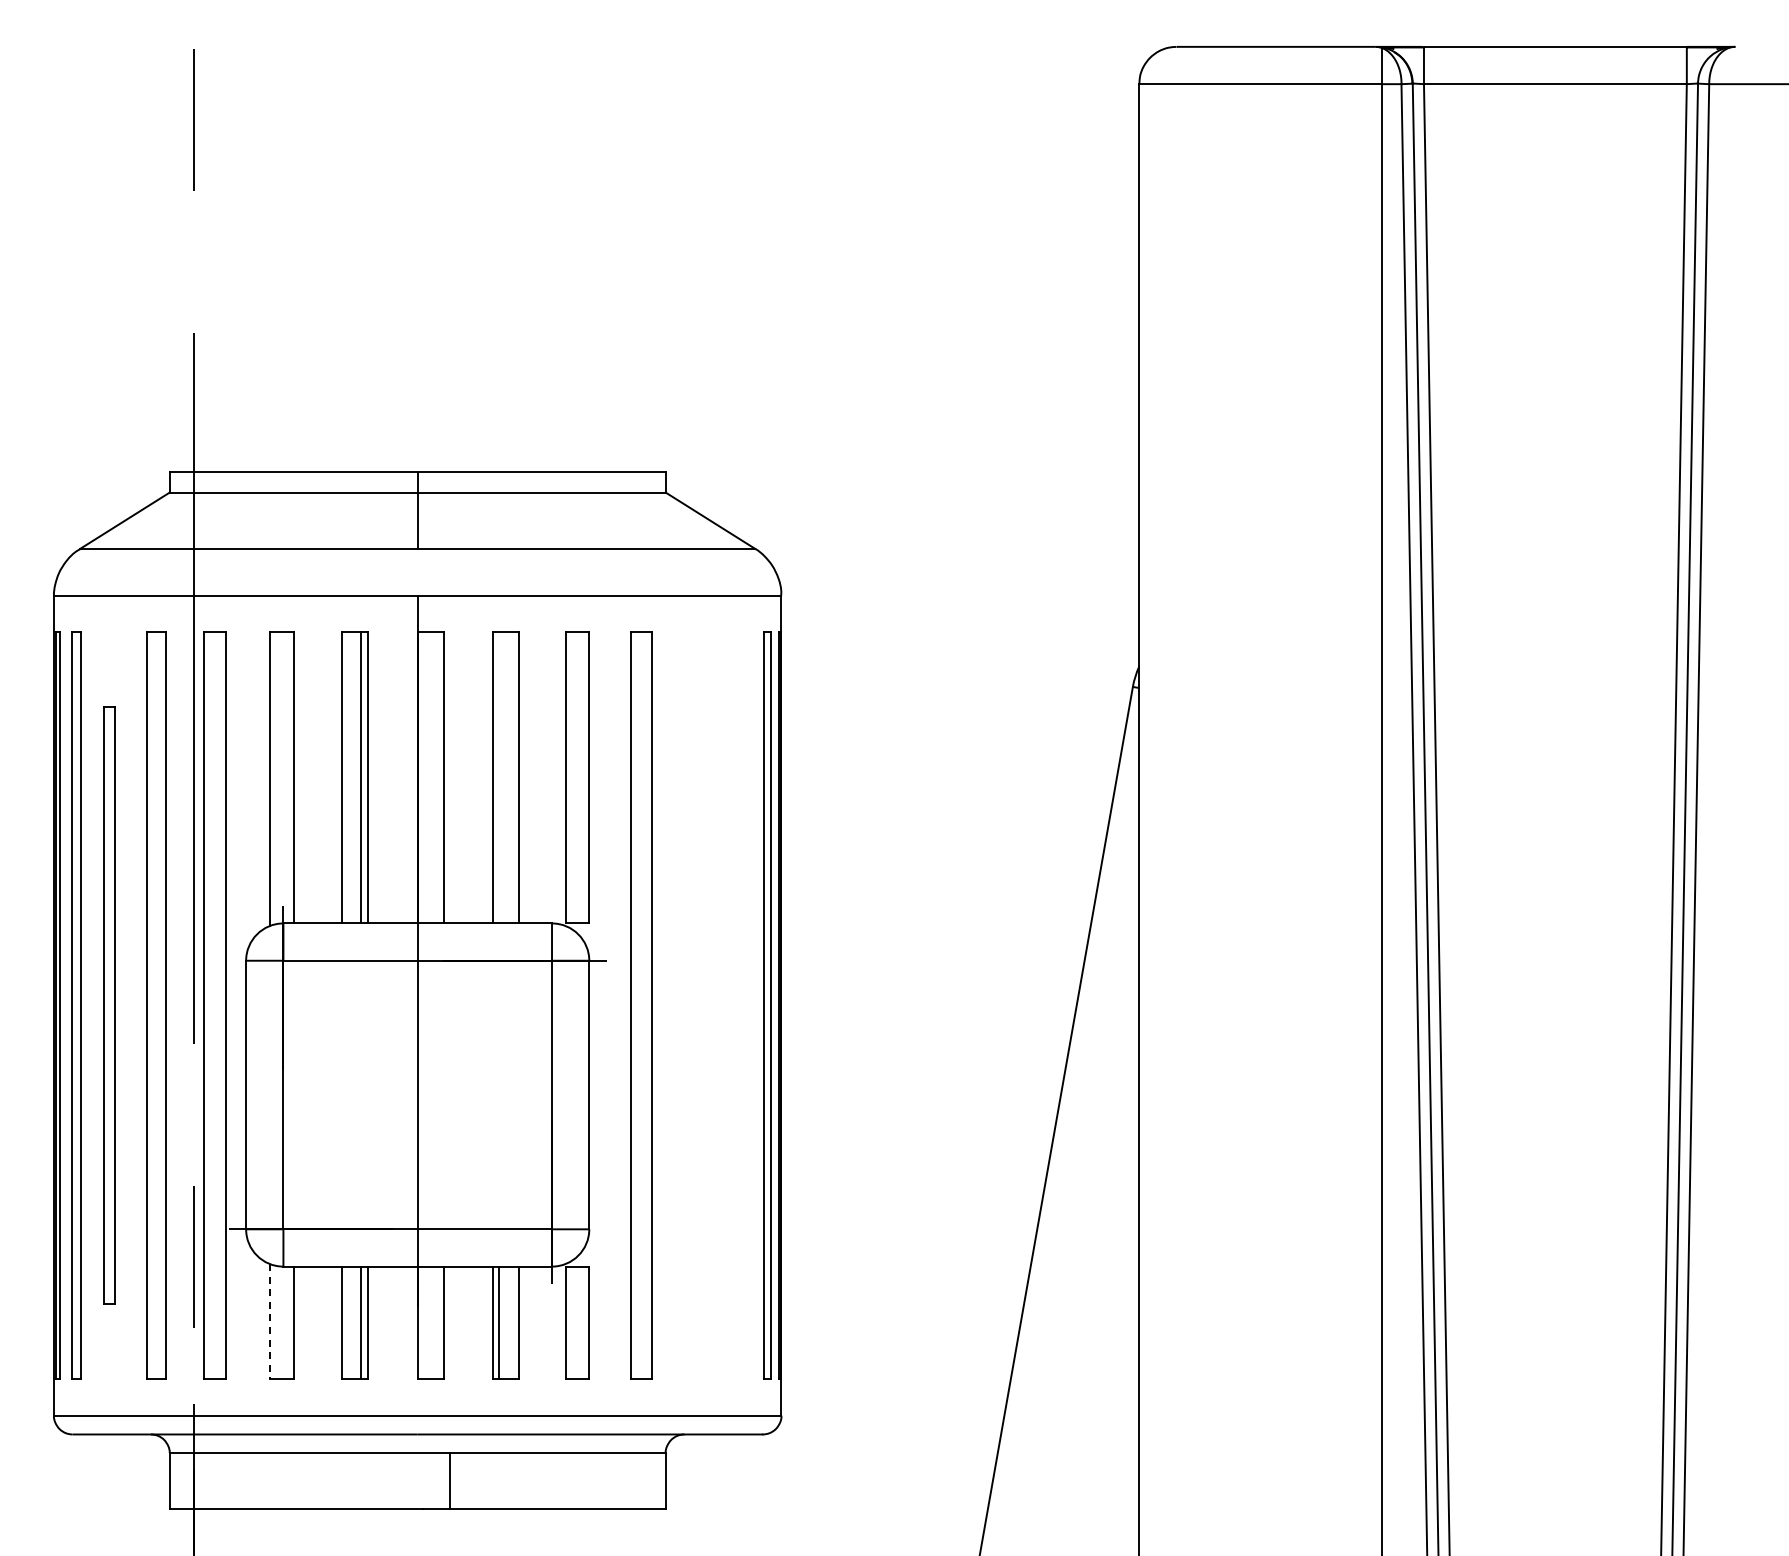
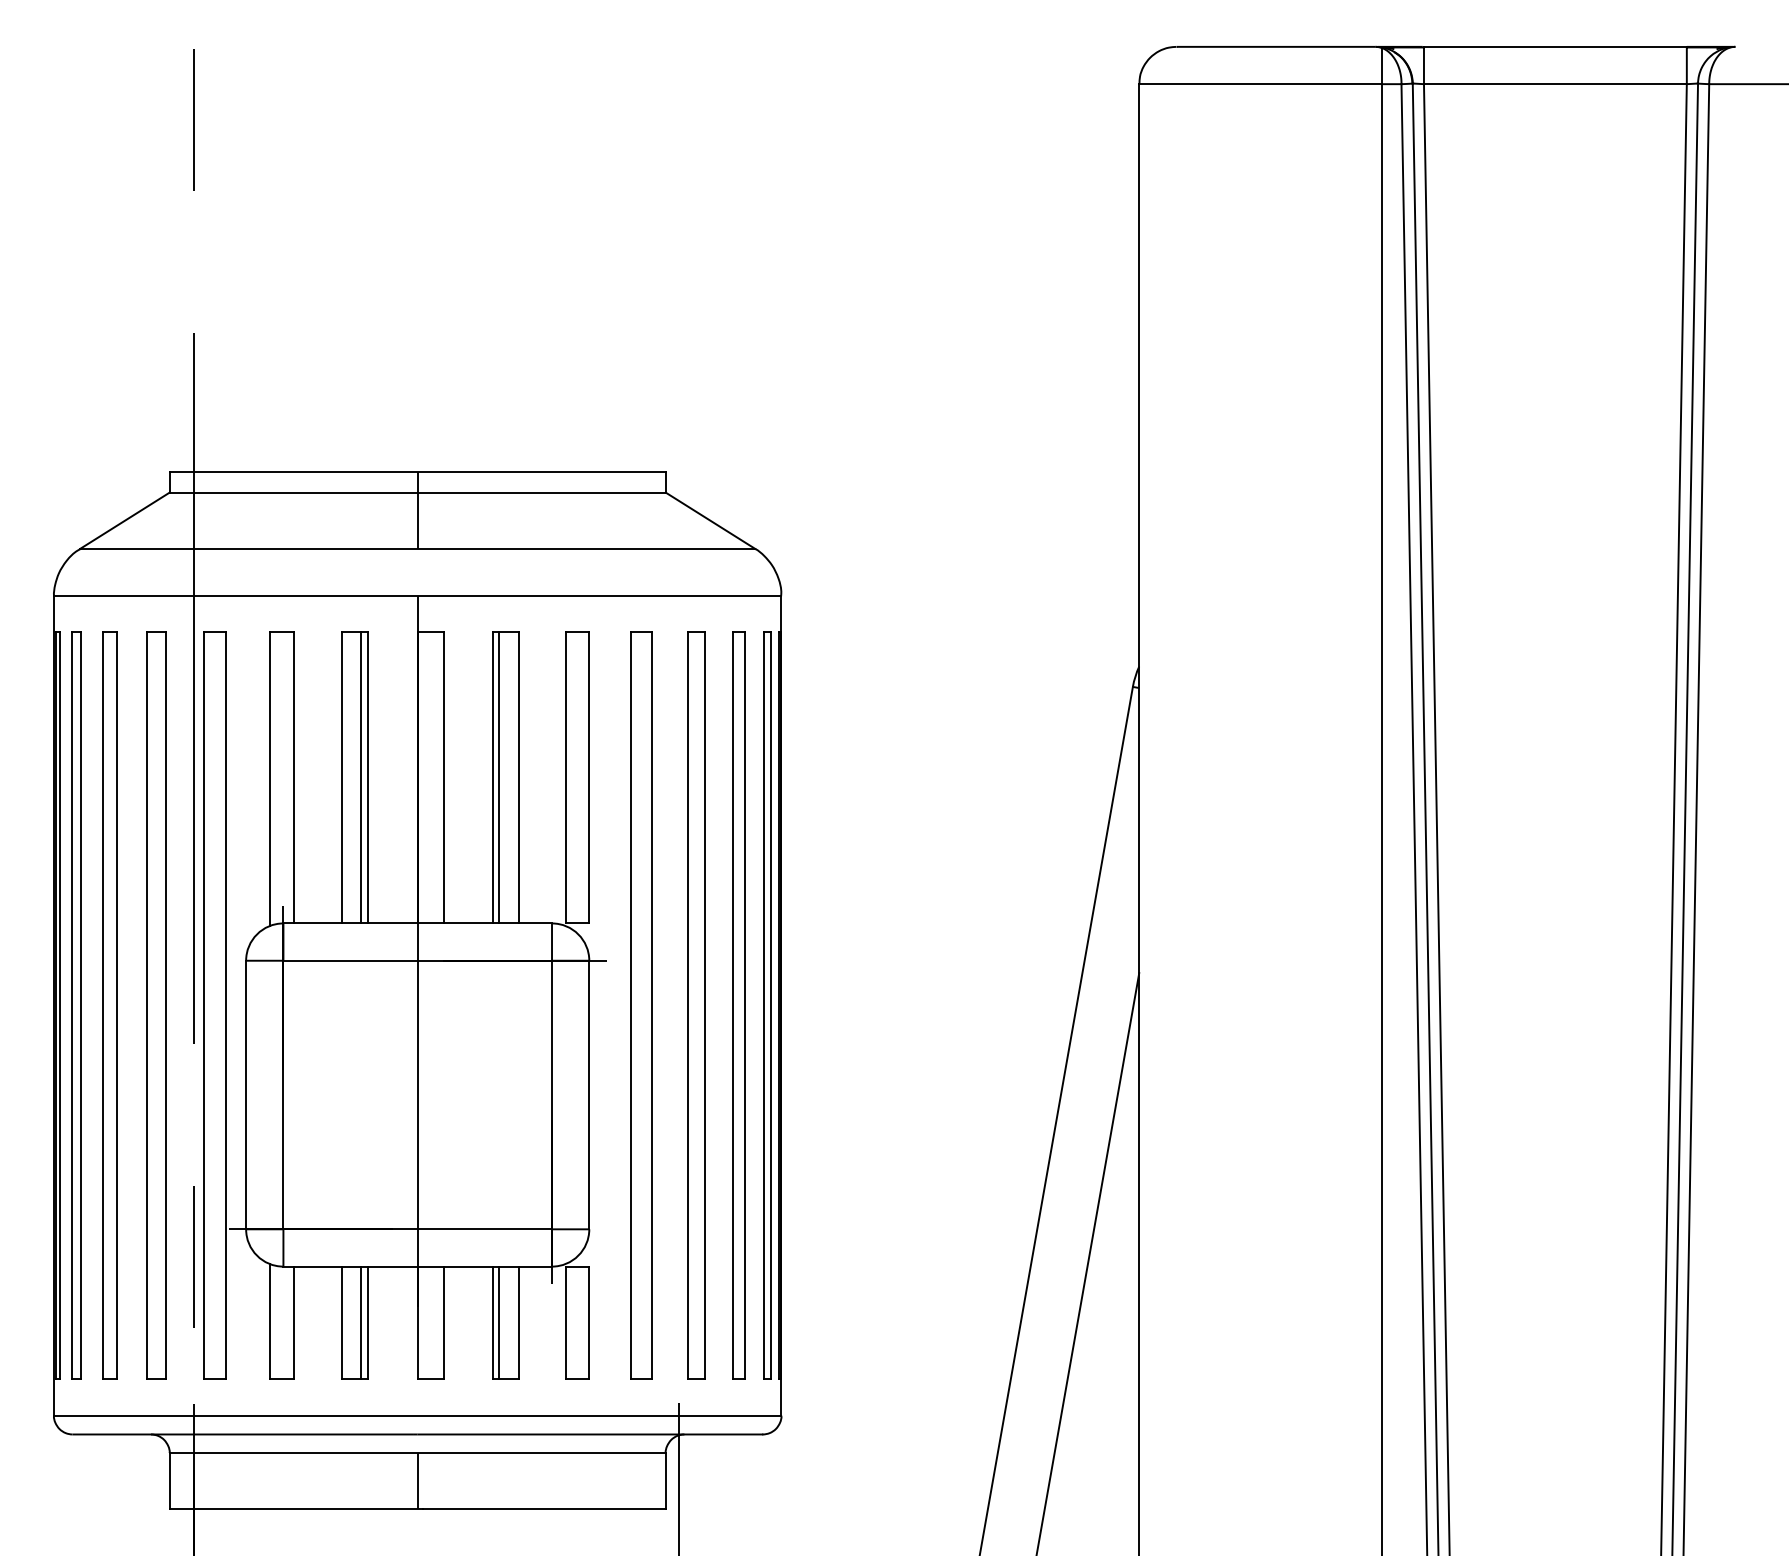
line at (499, 777): none -> present
part at (109, 1005) size: 13x599 px -> 16x749 px
part at (696, 1005): none -> present
part at (738, 1005): none -> present
line at (1088, 1262): none -> present
line at (269, 1321): dashed -> solid
line at (678, 1477): none -> present
line at (449, 1481) position: (449, 1481) -> (417, 1481)
